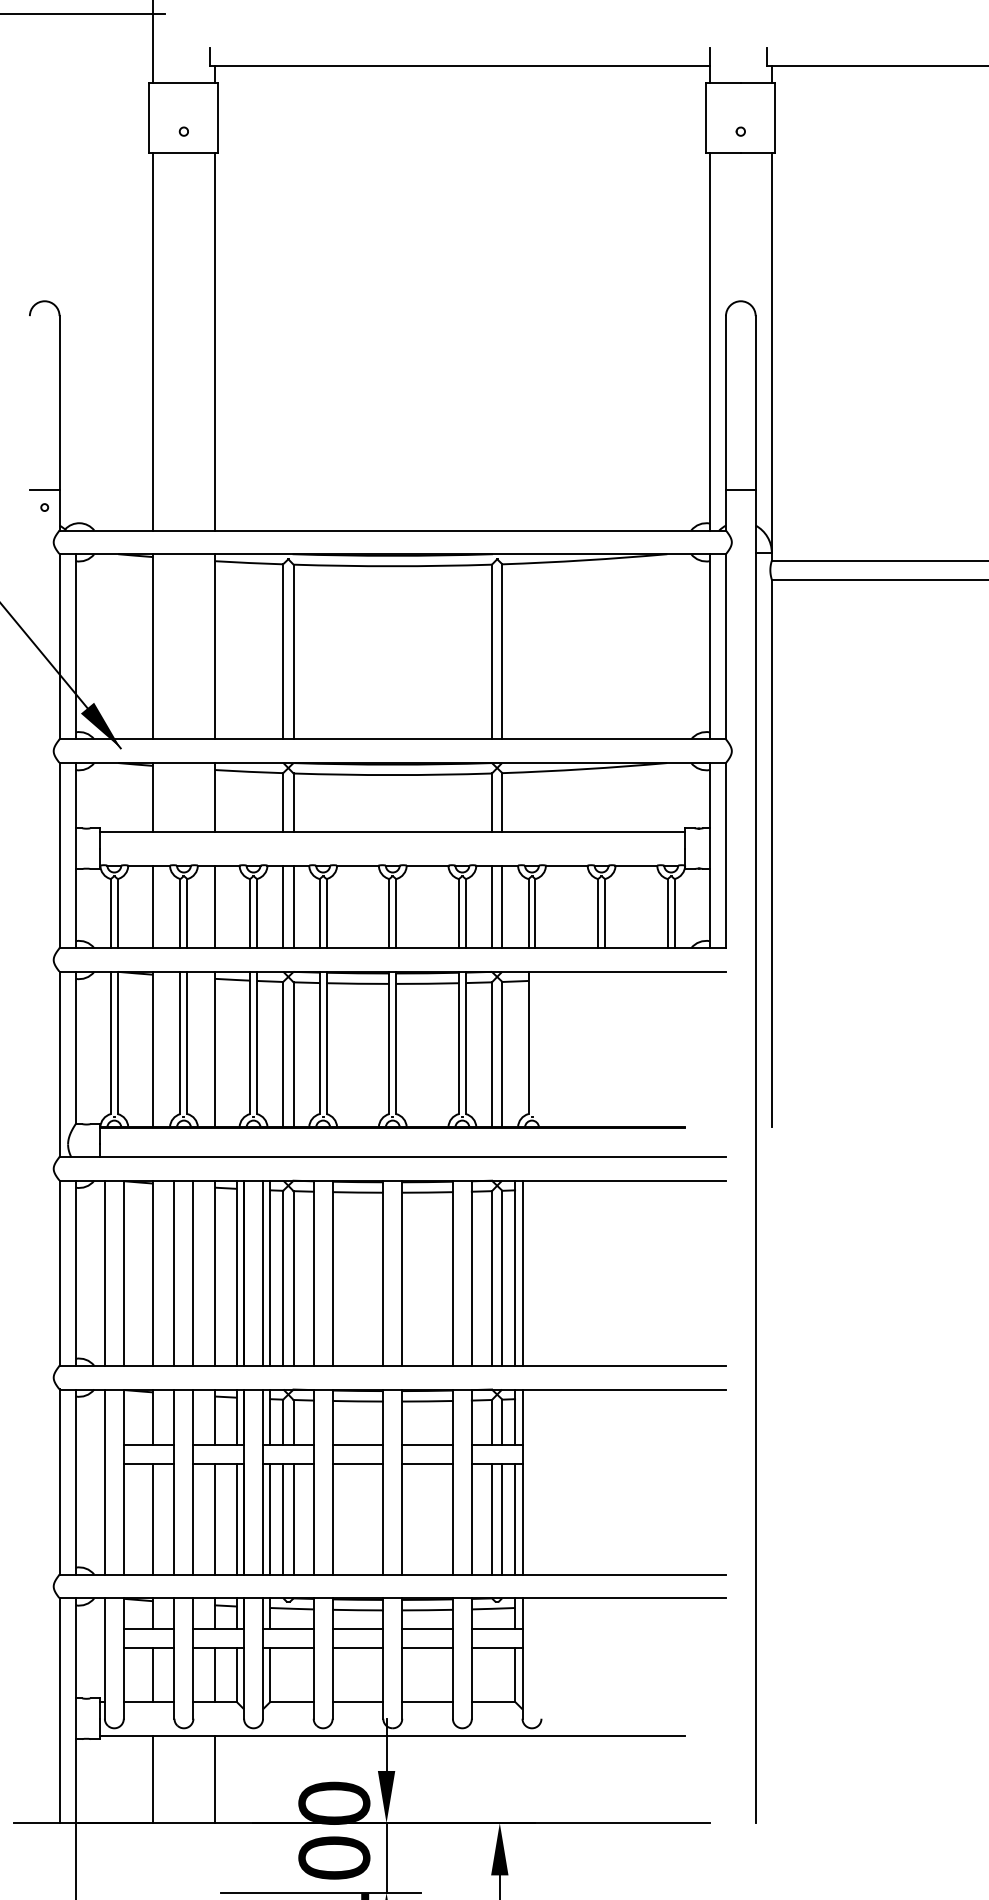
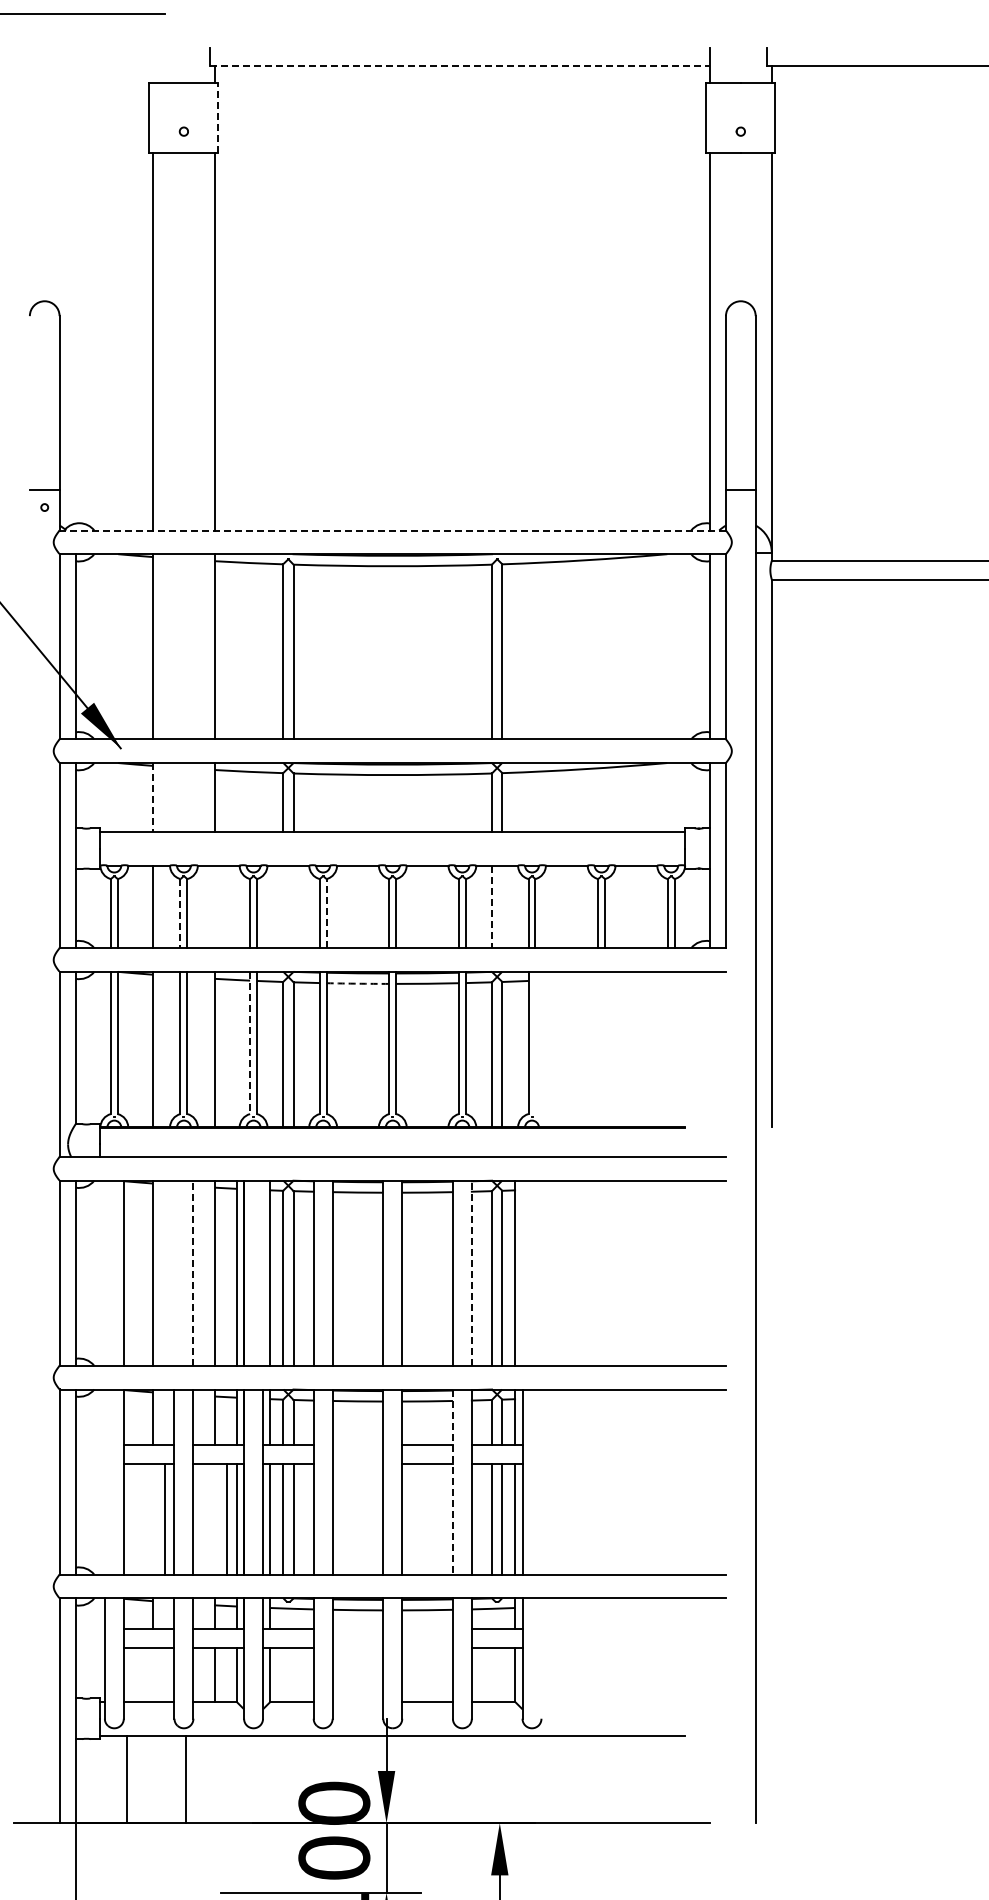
line at (152, 42): present -> none
line at (460, 65): solid -> dashed
line at (218, 117): solid -> dashed
line at (392, 530): solid -> dashed
line at (152, 797): solid -> dashed
line at (214, 906): present -> none
line at (283, 906): present -> none
line at (293, 906): present -> none
line at (502, 906): present -> none
line at (491, 907): solid -> dashed
line at (180, 913): solid -> dashed
line at (326, 913): solid -> dashed
arc at (357, 983): solid -> dashed
line at (250, 1043): solid -> dashed
line at (104, 1272): present -> none
line at (174, 1272): present -> none
line at (263, 1272): present -> none
line at (522, 1272): present -> none
line at (193, 1273): solid -> dashed
line at (471, 1273): solid -> dashed
line at (357, 1444): present -> none
line at (357, 1463): present -> none
line at (104, 1481): present -> none
line at (452, 1482): solid -> dashed
line at (152, 1518) position: (152, 1518) -> (164, 1518)
line at (214, 1518) position: (214, 1518) -> (226, 1518)
line at (357, 1629): present -> none
line at (427, 1629): present -> none
line at (357, 1648): present -> none
line at (427, 1648): present -> none
line at (152, 1674): present -> none
line at (357, 1701): present -> none
line at (152, 1779) position: (152, 1779) -> (126, 1779)
line at (214, 1779) position: (214, 1779) -> (185, 1779)
